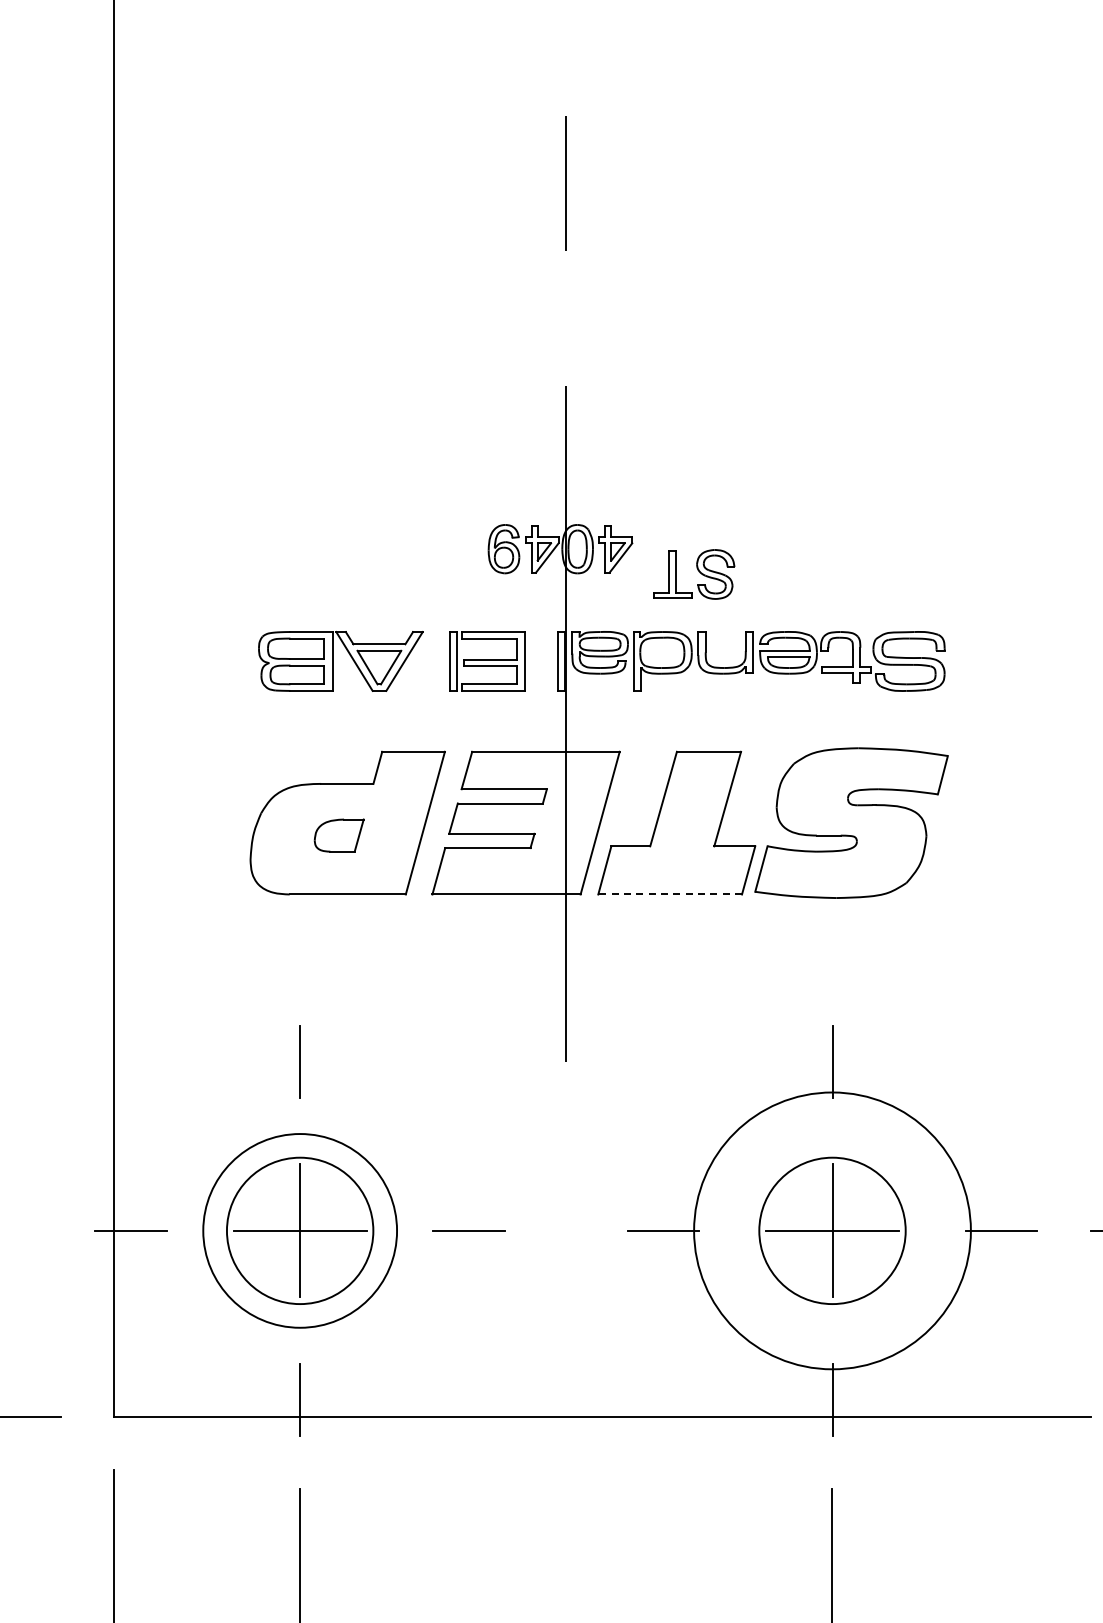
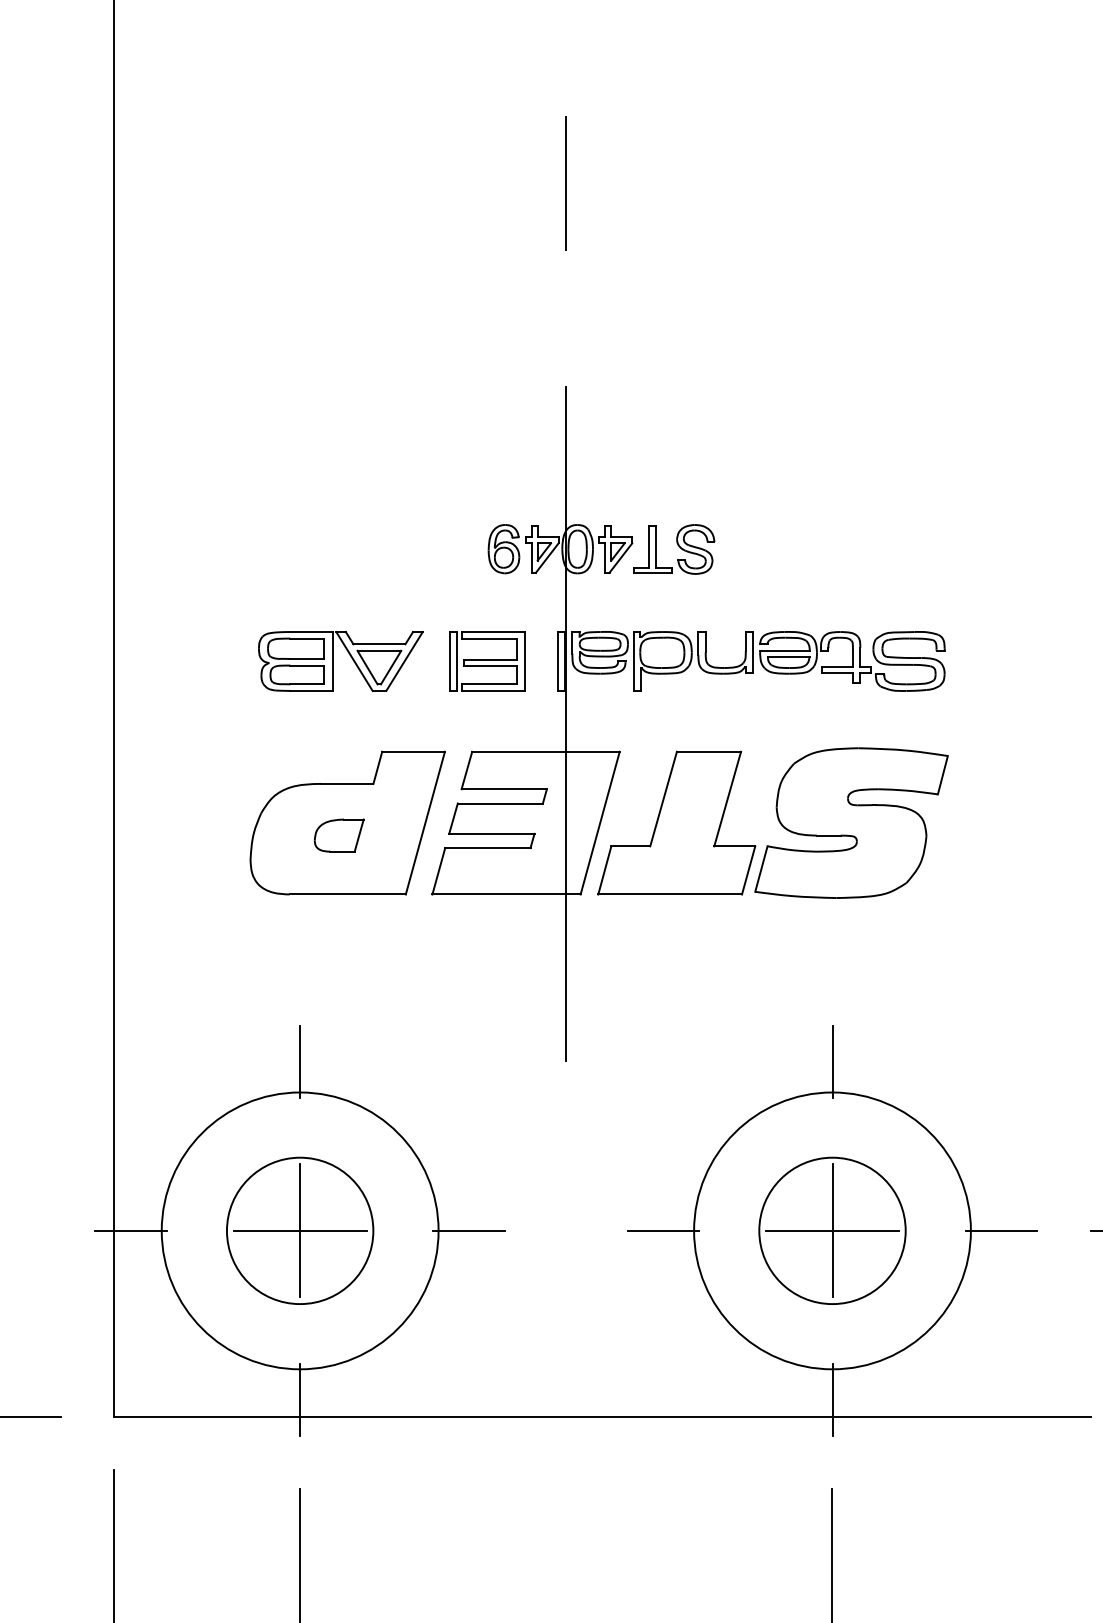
part at (694, 574) position: (694, 574) -> (674, 549)
line at (670, 894): dashed -> solid
circle at (300, 1230) diameter: 194 px -> 277 px
